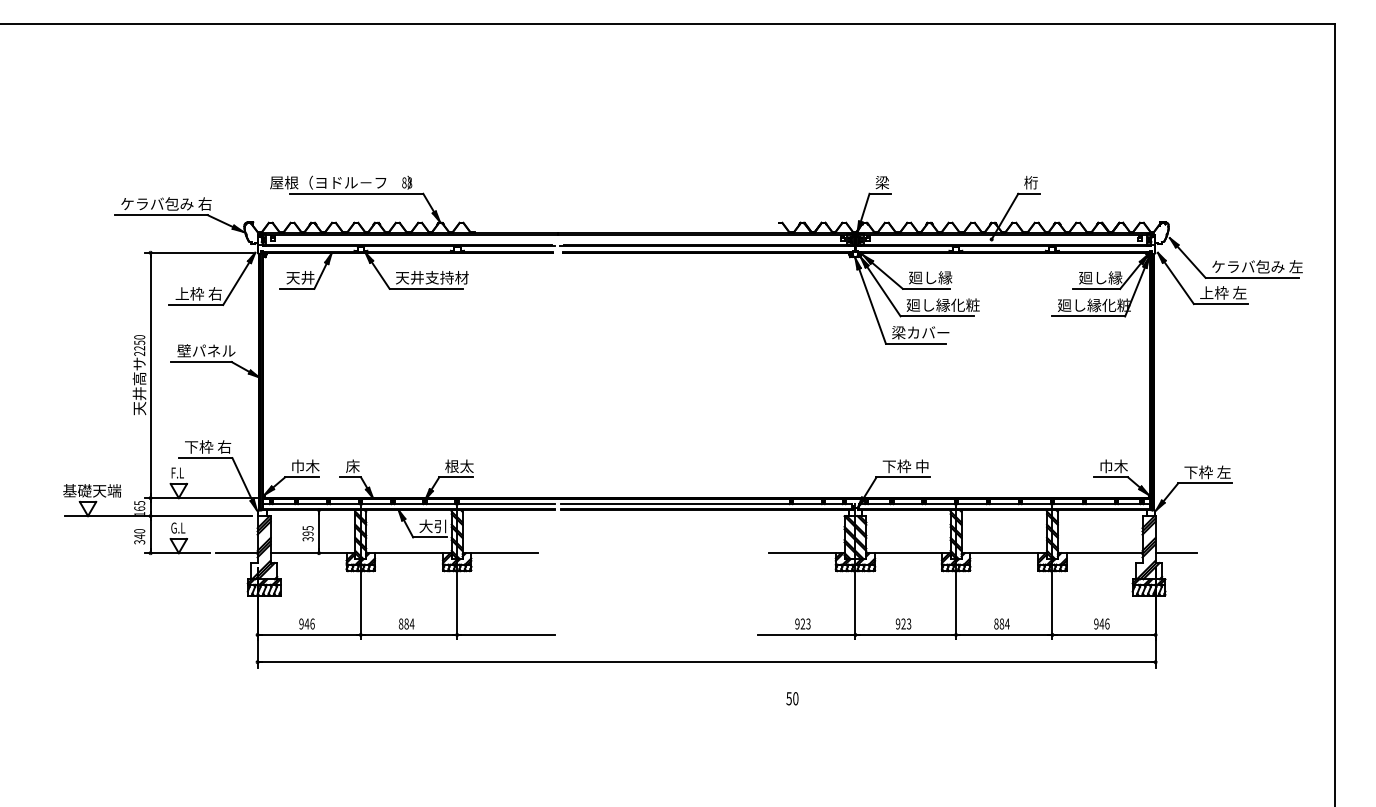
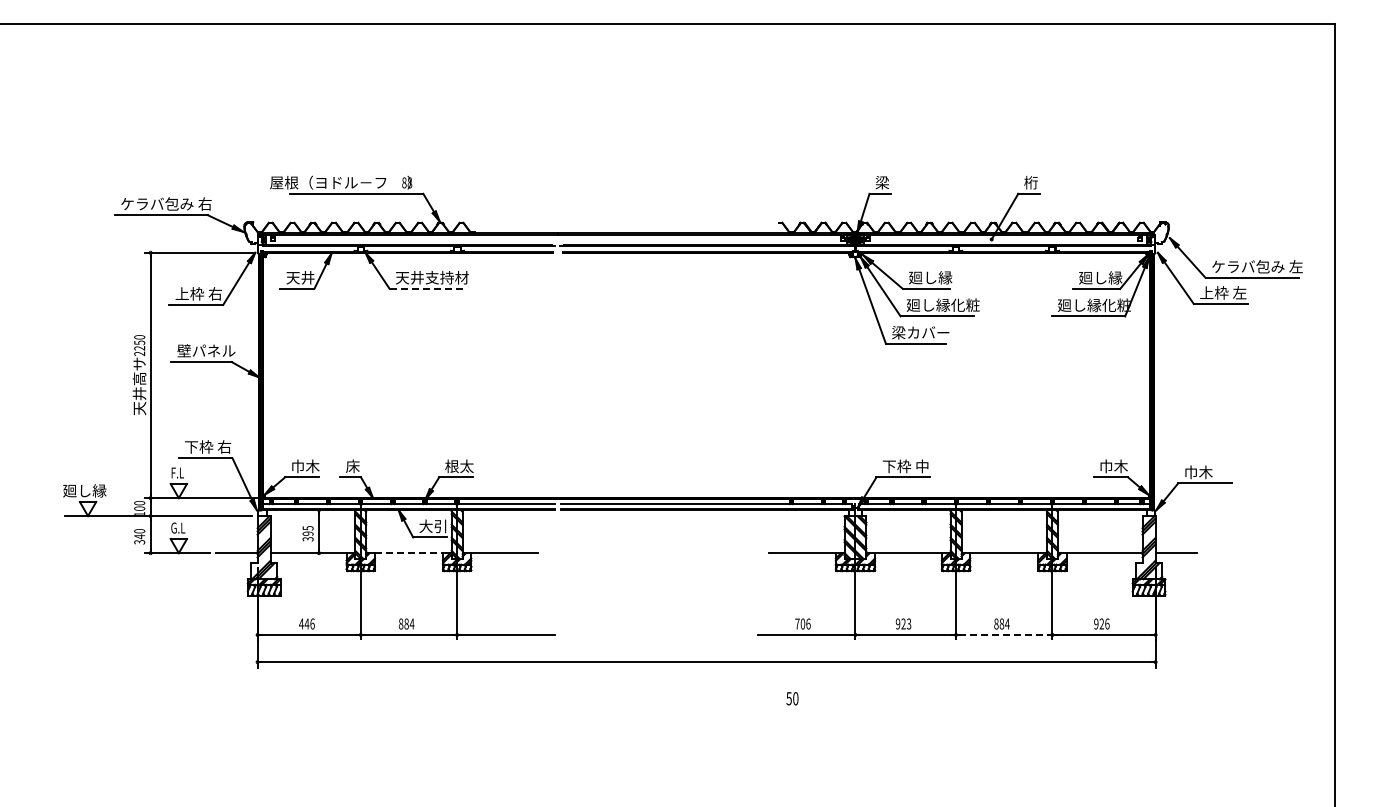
line at (426, 288): solid -> dashed
text at (1207, 472): 下枠 左 -> 巾木
text at (92, 490): 基礎天端 -> 廻し縁
text at (139, 505): 165 -> 100
line at (409, 553): solid -> dashed
text at (301, 623): 946 -> 446
text at (802, 623): 923 -> 706
text at (1101, 623): 946 -> 926
line at (1004, 634): solid -> dashed
